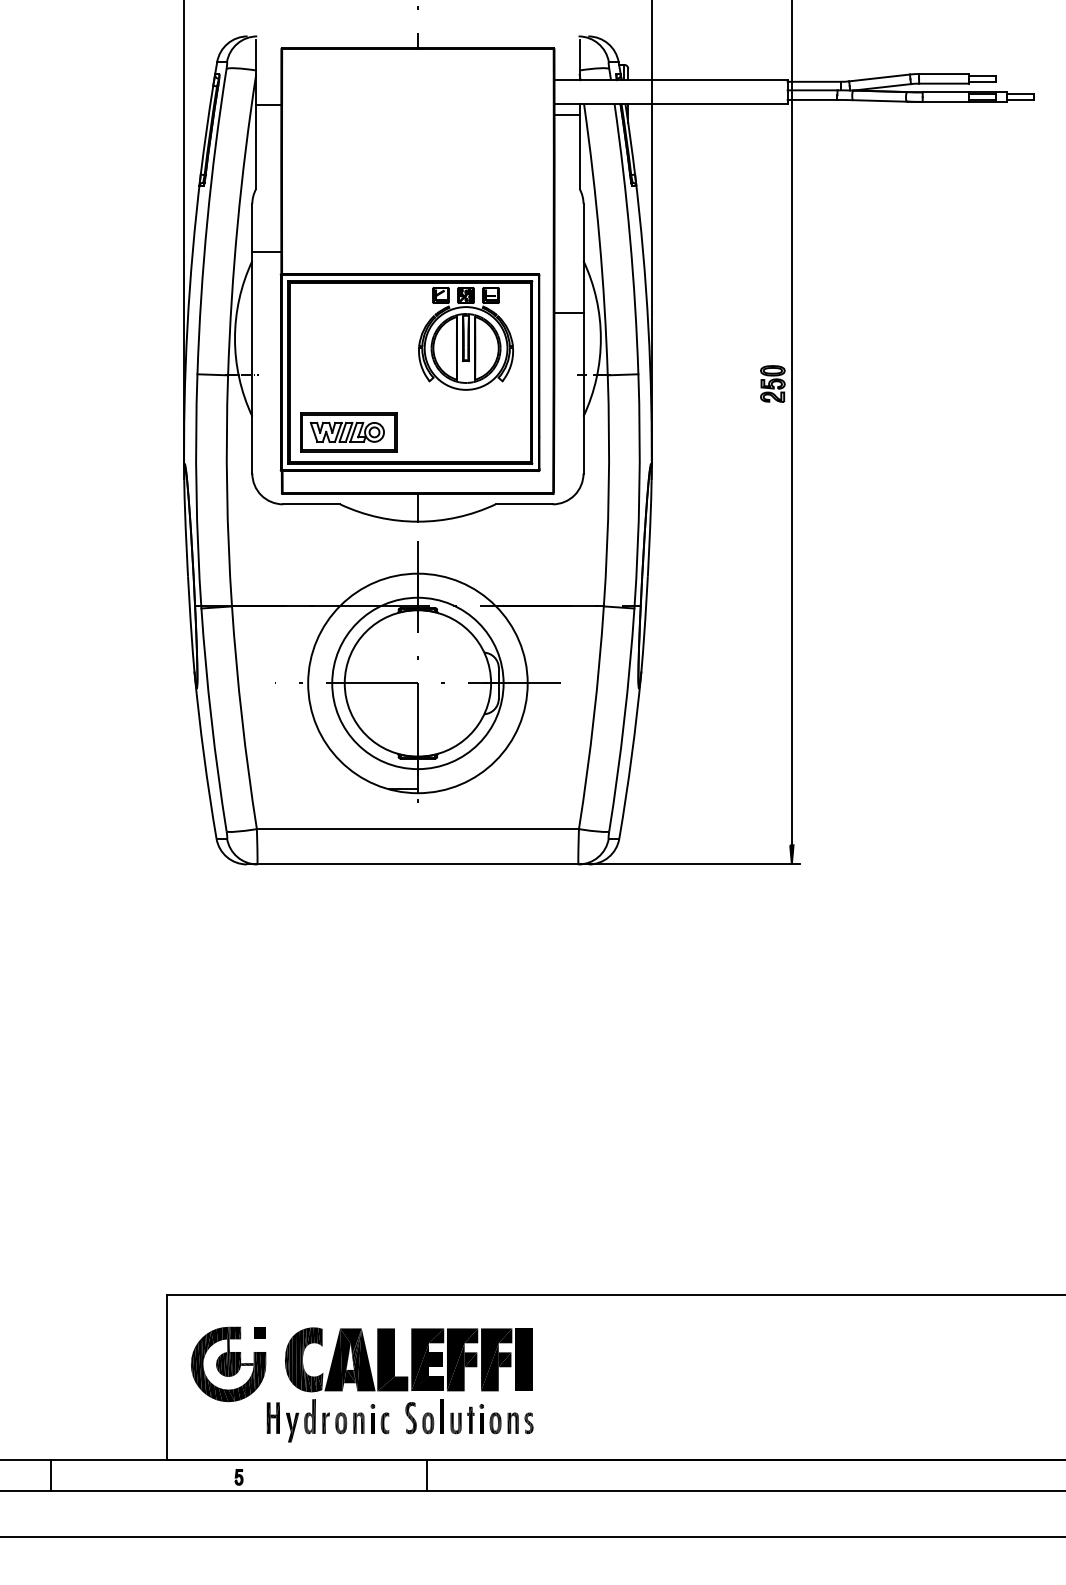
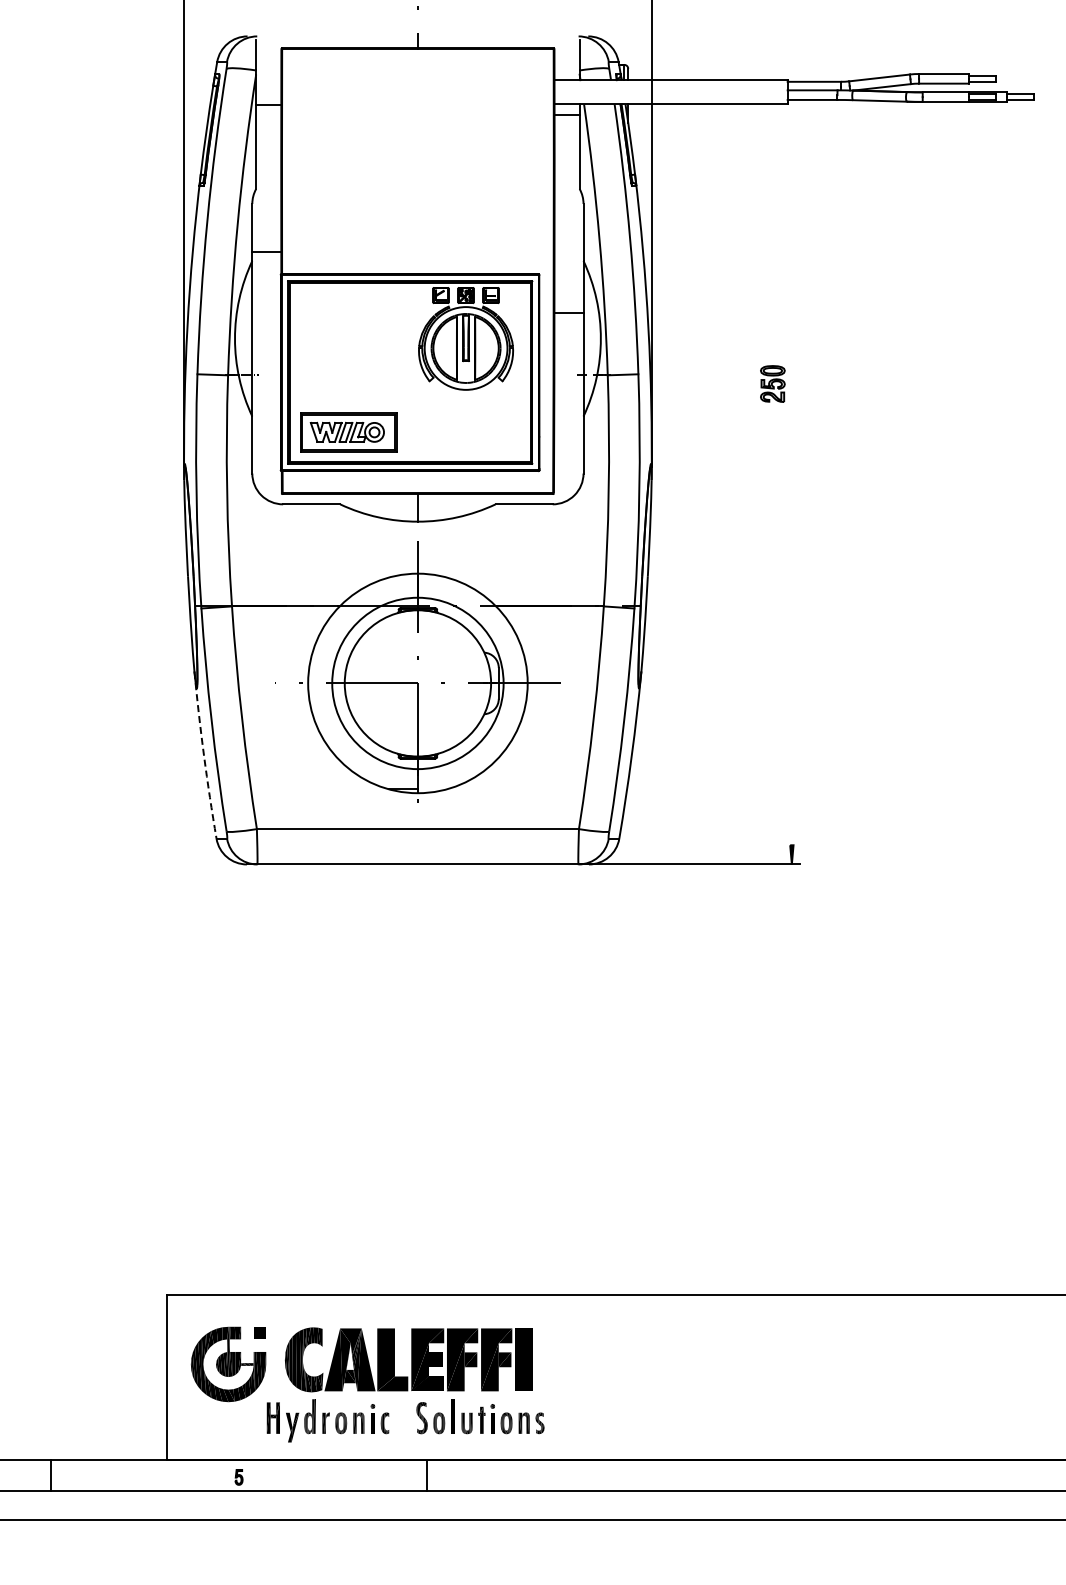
line at (791, 423): present -> none
arc at (204, 755): solid -> dashed
part at (469, 1416) position: (469, 1416) -> (480, 1416)
line at (532, 1537) position: (532, 1537) -> (532, 1520)
